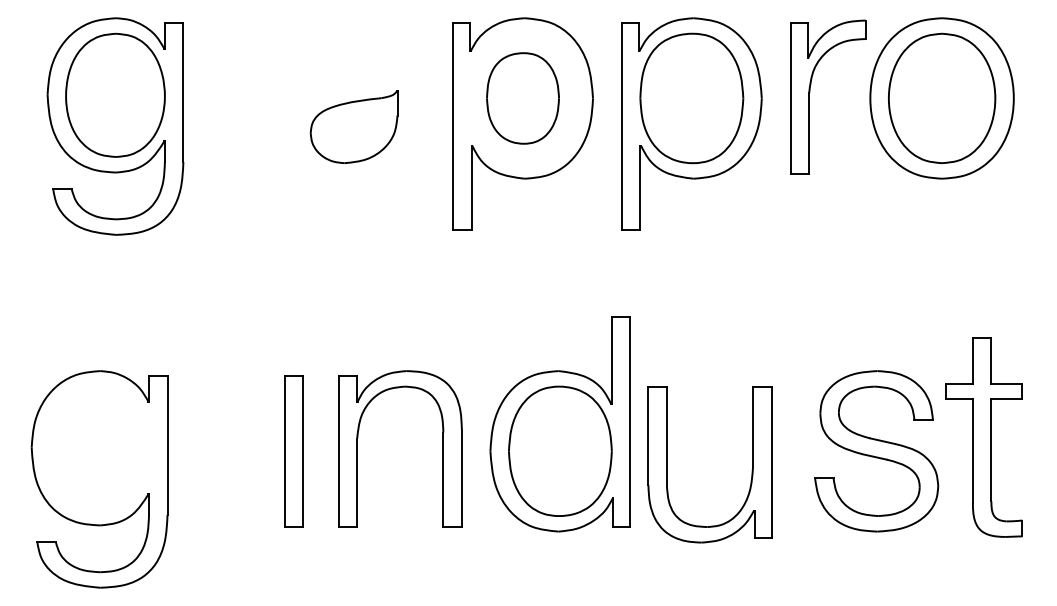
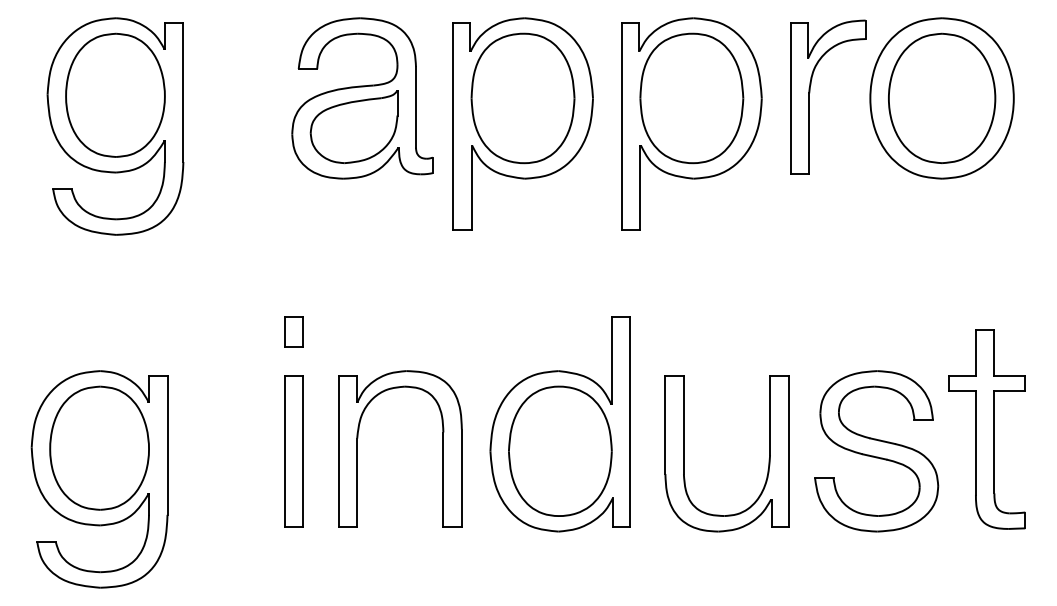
part at (362, 98): none -> present
part at (522, 98) size: 74x93 px -> 106x133 px
part at (293, 331): none -> present
part at (983, 437) position: (983, 437) -> (986, 429)
part at (99, 447): none -> present
part at (667, 464) position: (667, 464) -> (684, 453)
